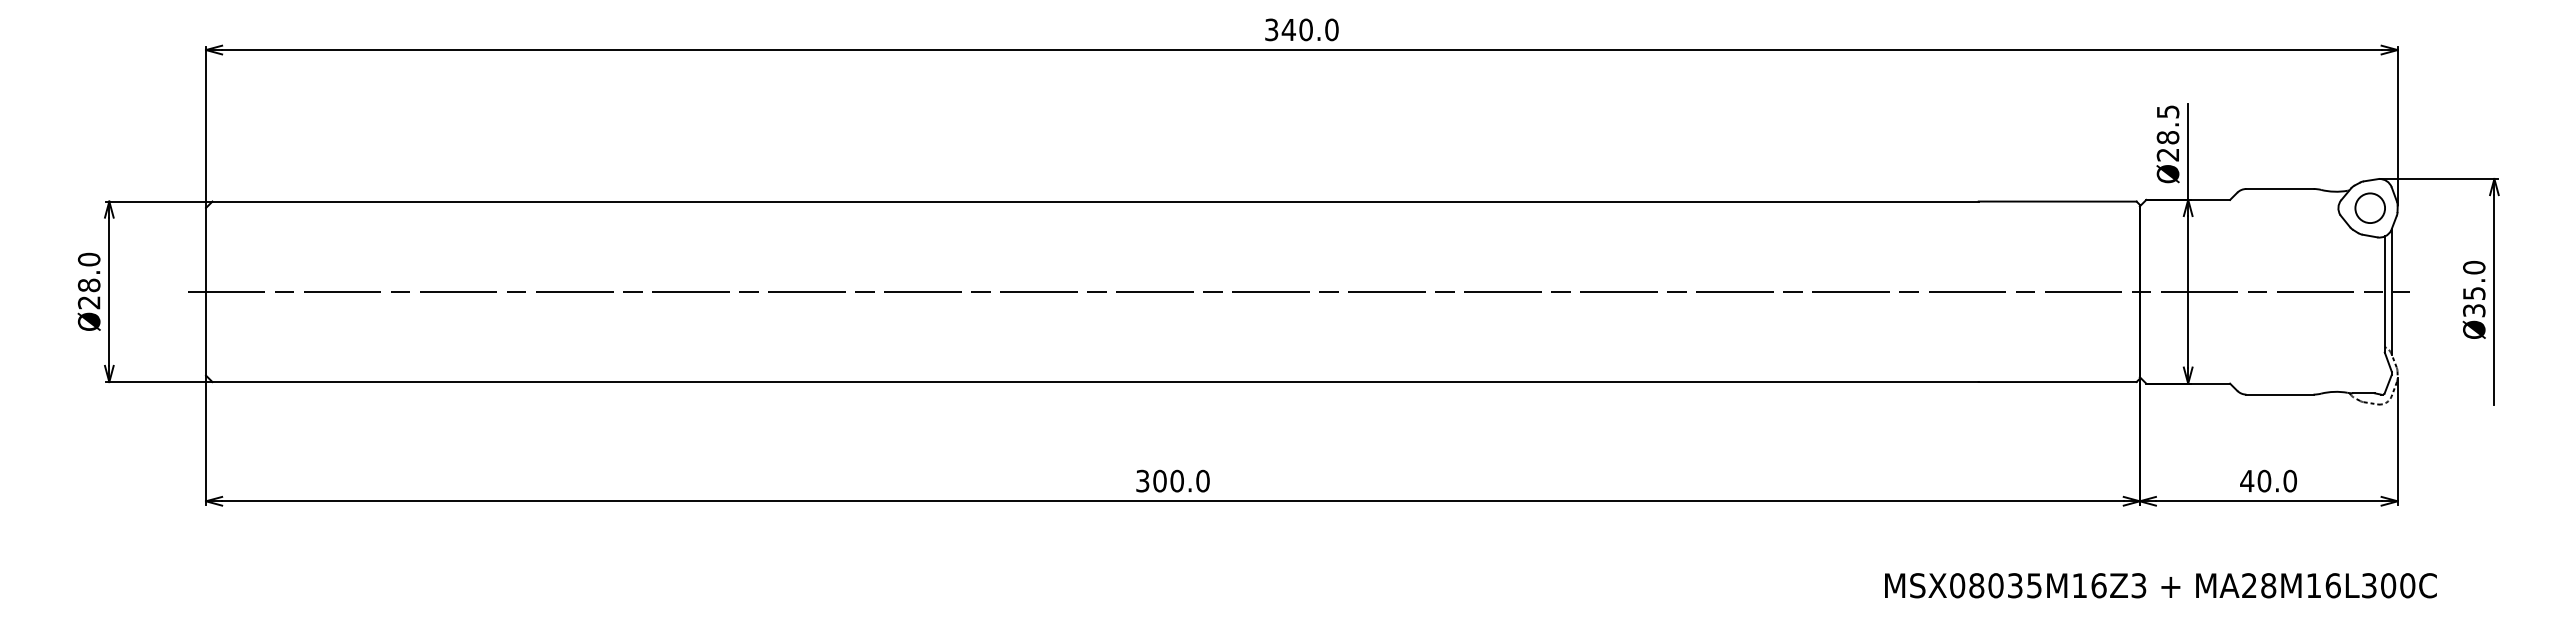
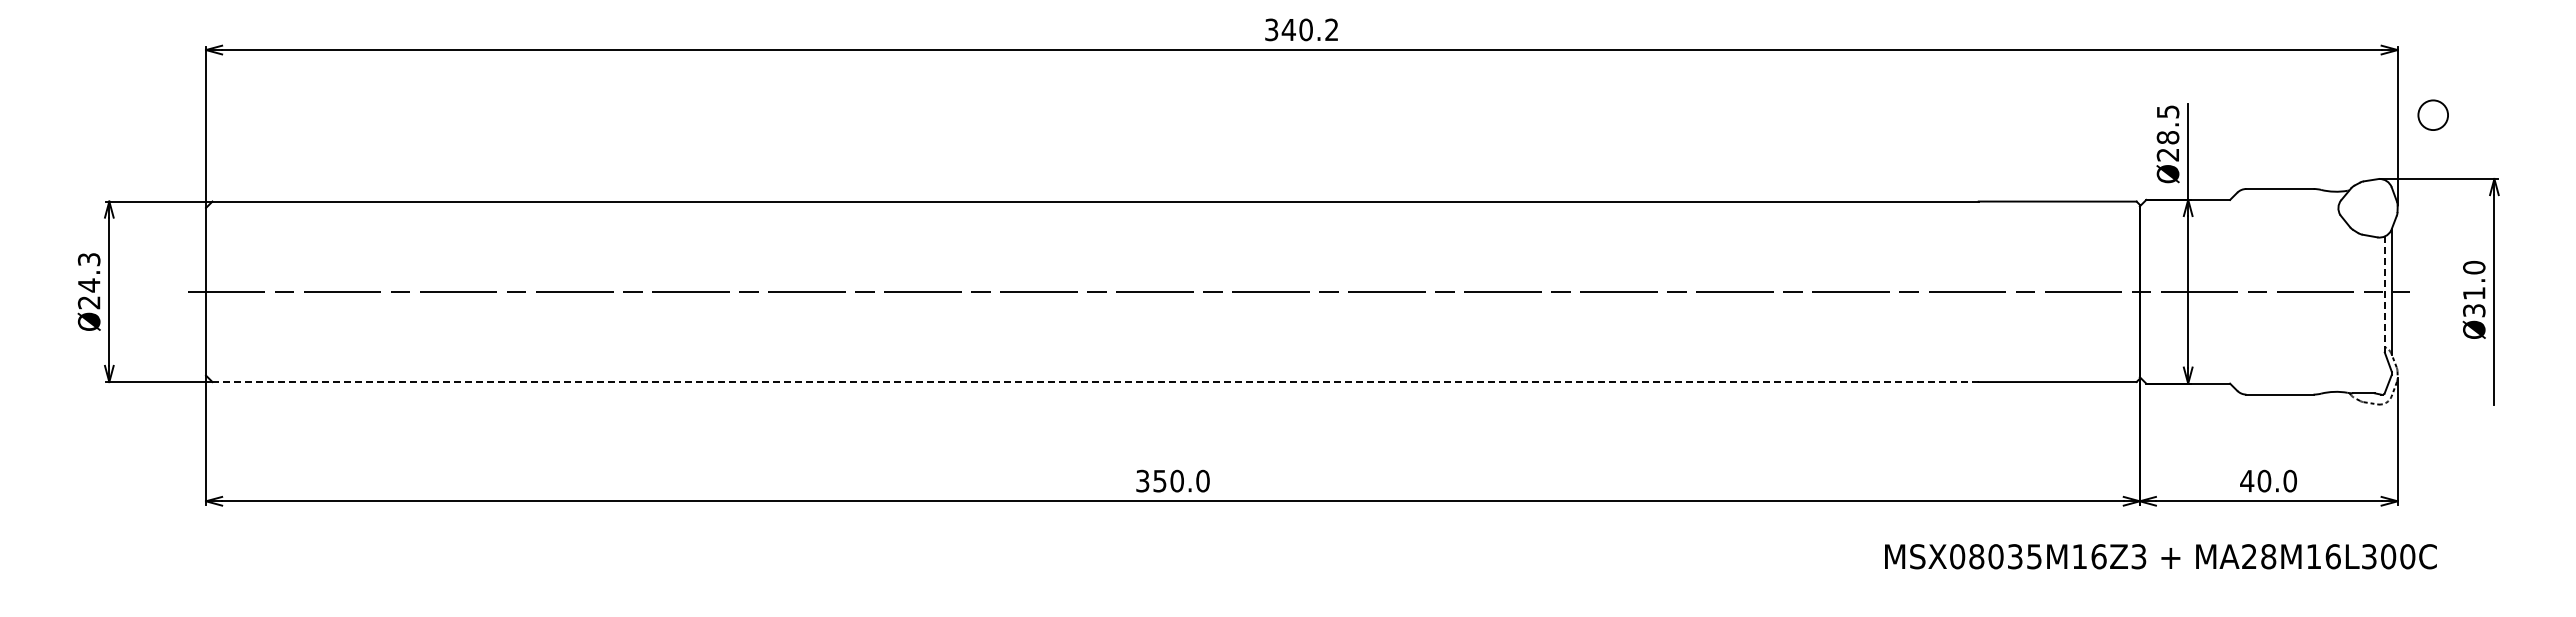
text at (1331, 29): 340.0 -> 340.2
circle at (2369, 207) position: (2369, 207) -> (2432, 114)
text at (88, 272): Ø28.0 -> Ø24.3
text at (2474, 293): Ø35.0 -> Ø31.0
line at (2384, 294): solid -> dashed
line at (1096, 382): solid -> dashed
text at (1159, 480): 300.0 -> 350.0
text at (2160, 585) position: (2160, 585) -> (2160, 556)
